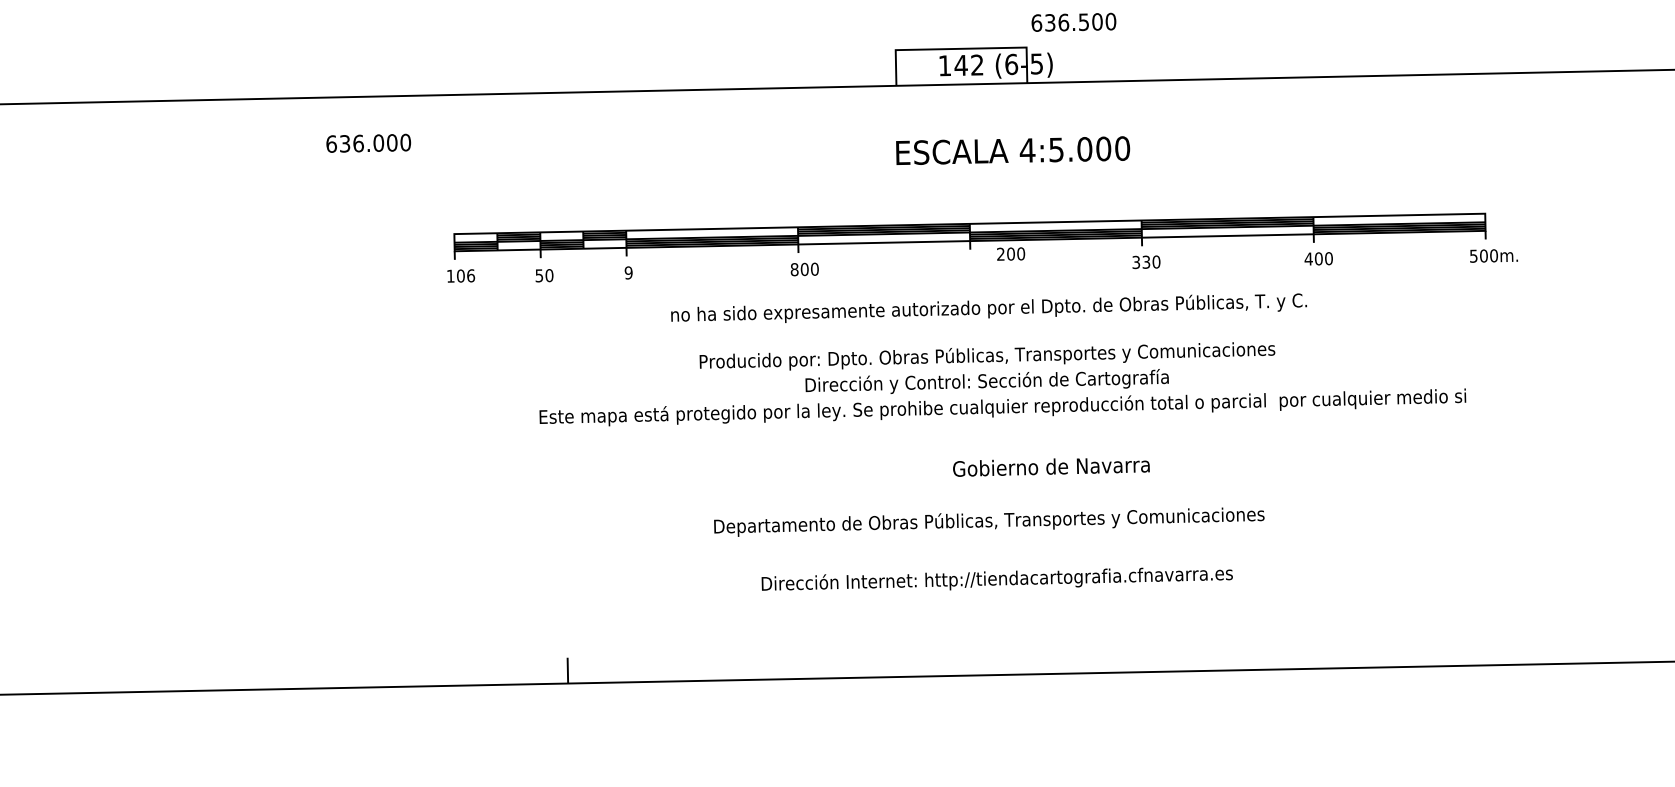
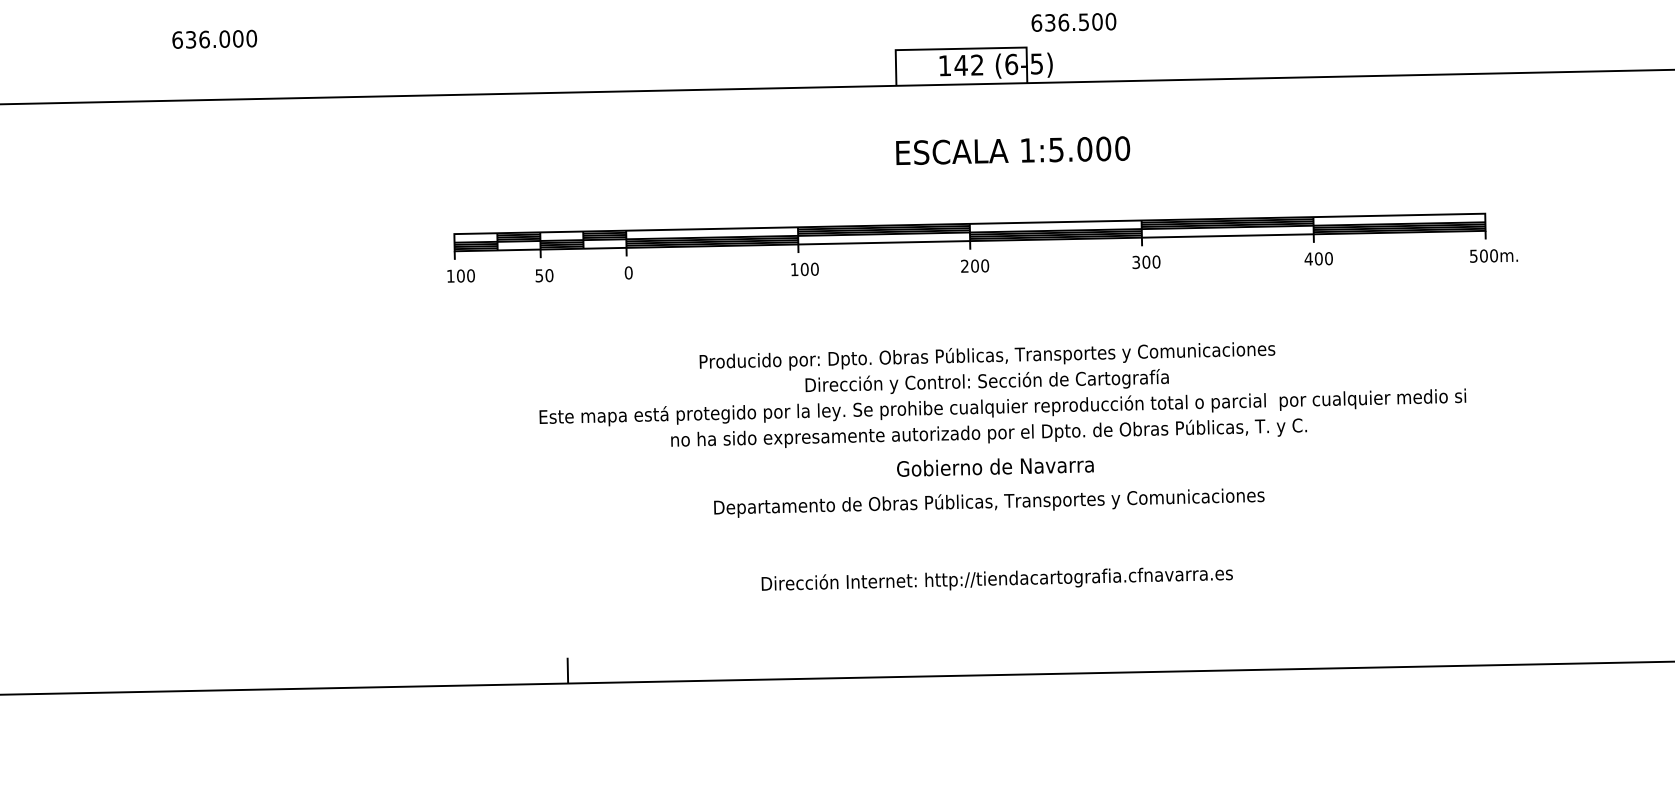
text at (368, 142) position: (368, 142) -> (214, 38)
text at (1027, 150): 4:5.000 -> 1:5.000
text at (1011, 253) position: (1011, 253) -> (975, 265)
text at (1146, 261): 330 -> 300
text at (794, 269): 800 -> 100
text at (628, 272): 9 -> 0
text at (471, 275): 106 -> 100
text at (988, 307) position: (988, 307) -> (988, 432)
text at (1051, 467) position: (1051, 467) -> (995, 467)
text at (989, 521) position: (989, 521) -> (989, 502)
